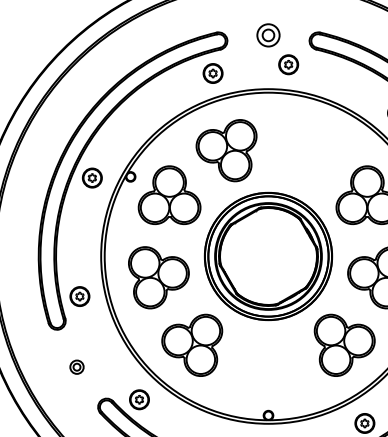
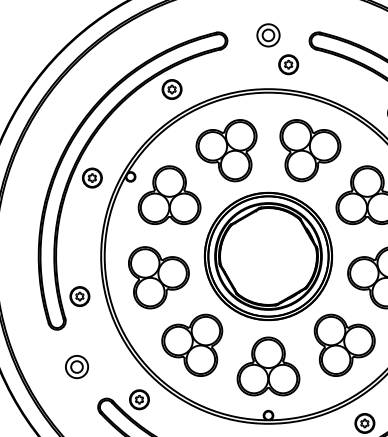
part at (212, 73) position: (212, 73) -> (171, 89)
part at (310, 150): none -> present
part at (76, 366) size: 16x16 px -> 24x25 px
part at (268, 366): none -> present
